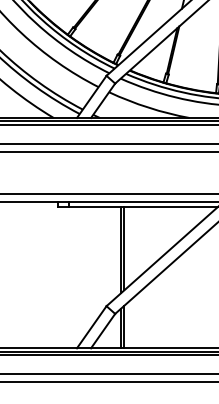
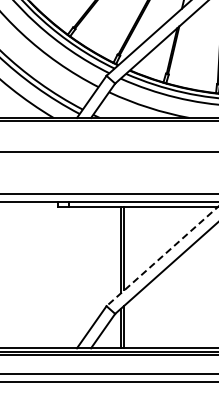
line at (108, 124): present -> none
line at (108, 144): present -> none
line at (162, 256): solid -> dashed
